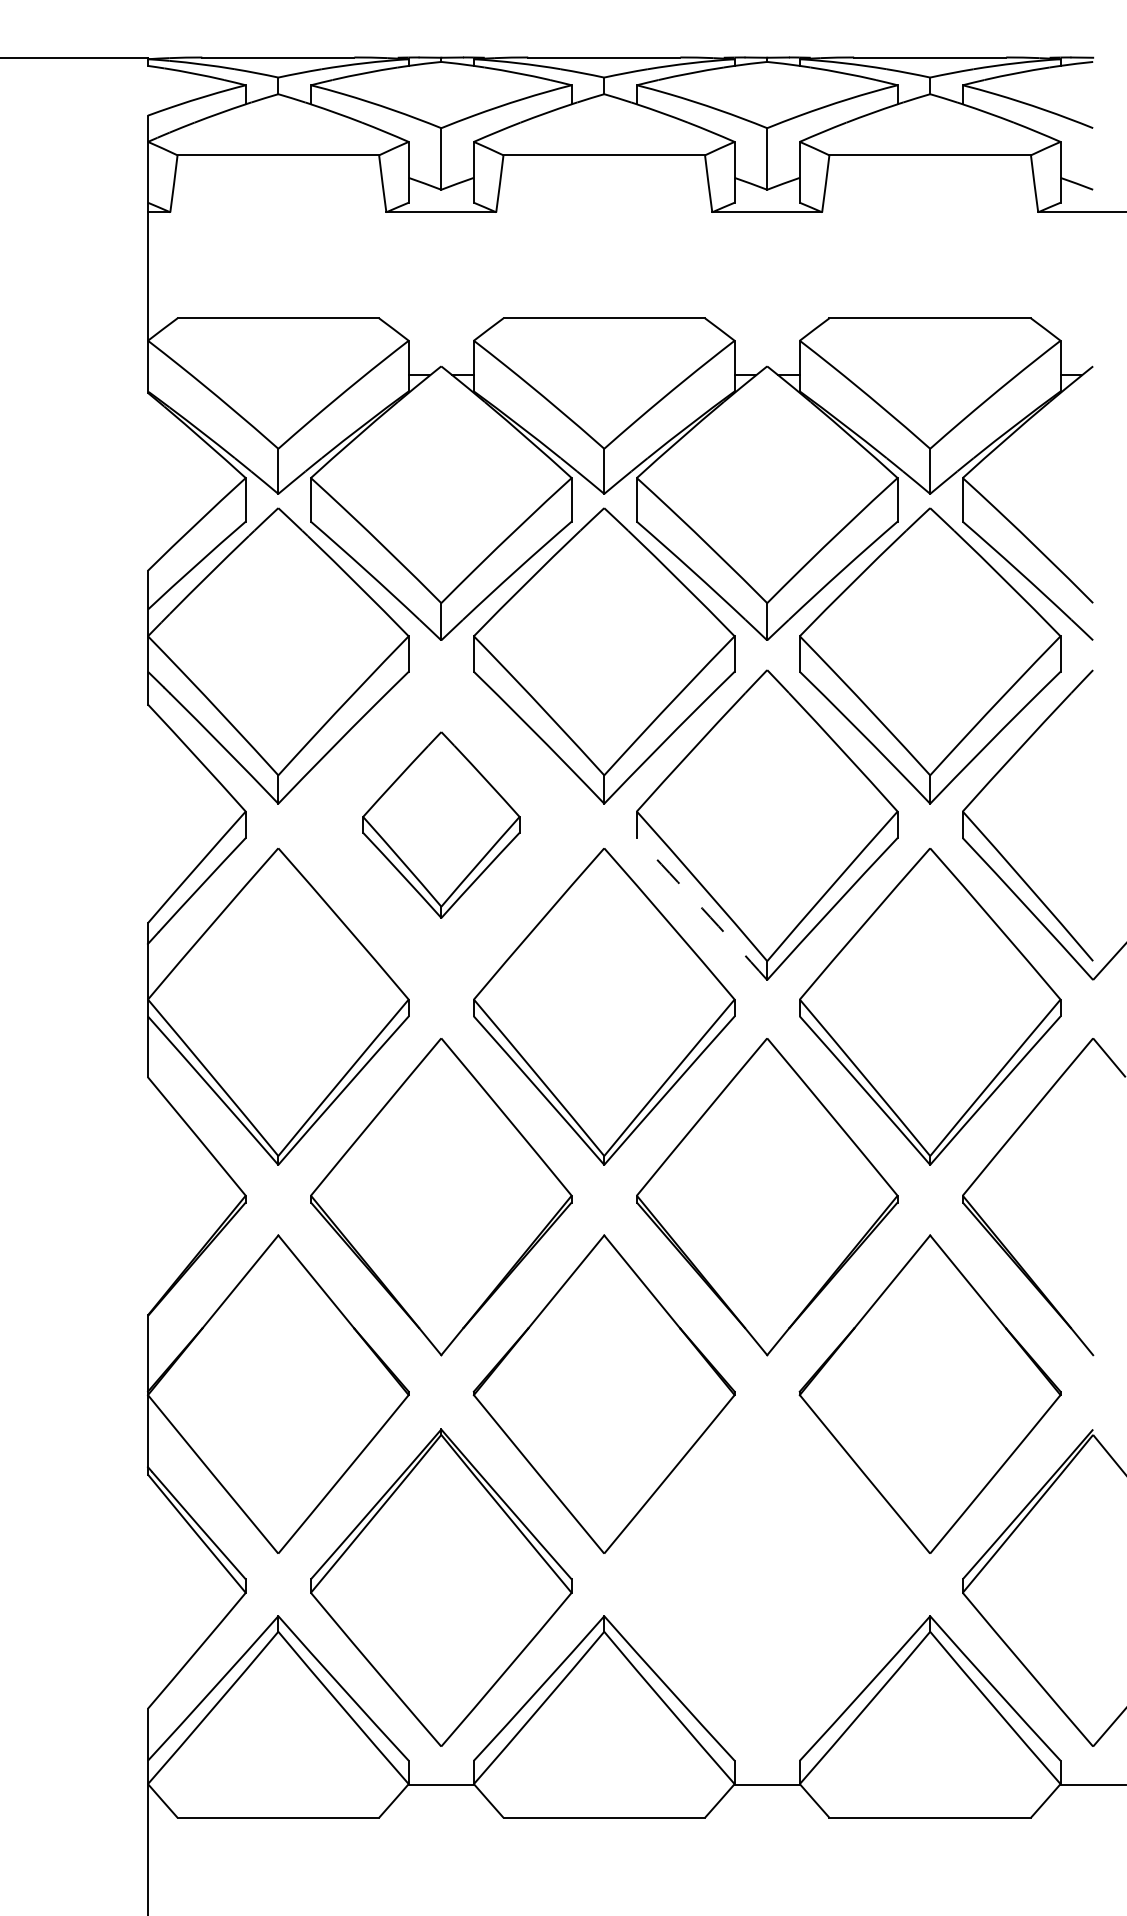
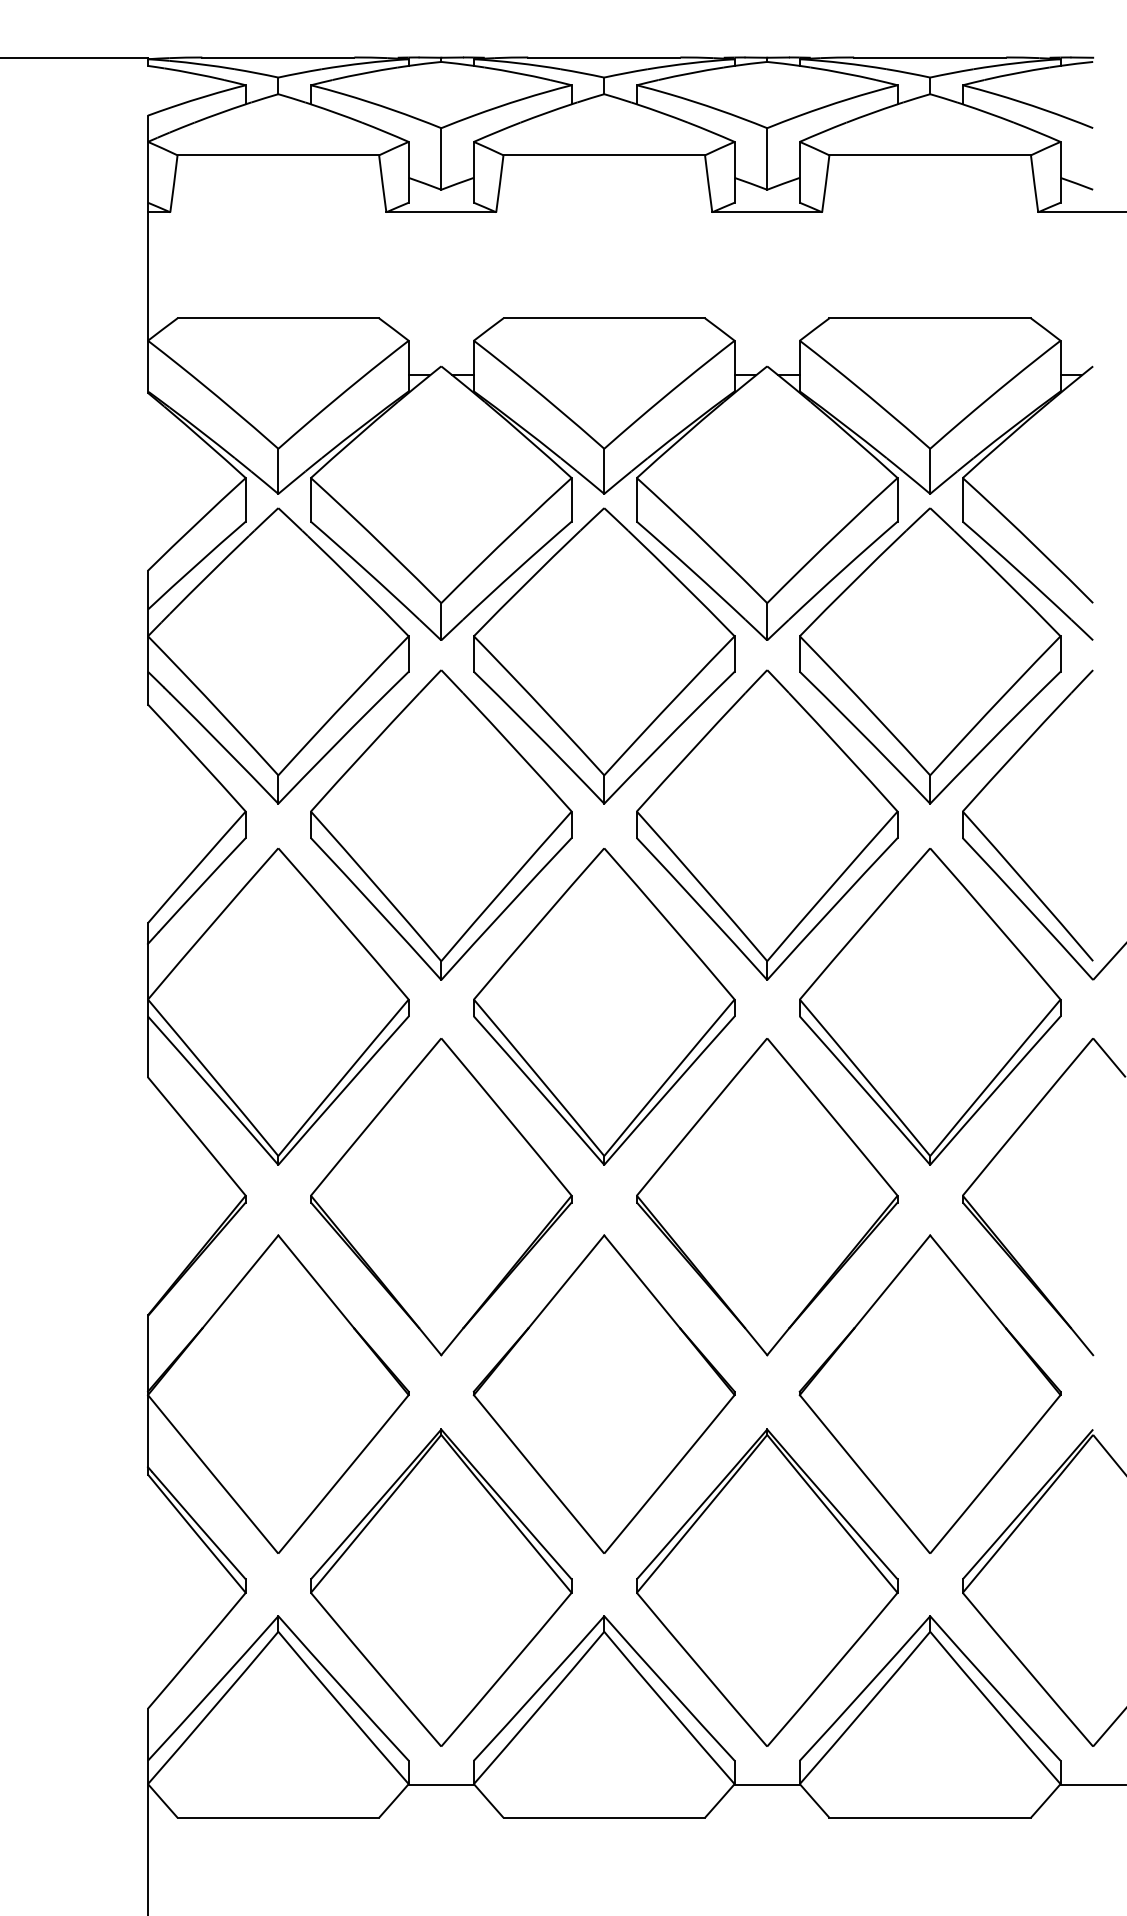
part at (441, 824) size: 159x188 px -> 263x312 px
arc at (702, 908): dashed -> solid
part at (767, 1587): none -> present
